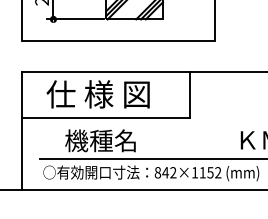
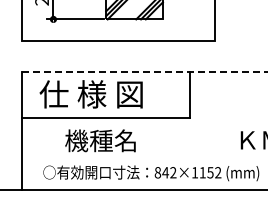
line at (144, 72): solid -> dashed
text at (97, 94) position: (97, 94) -> (90, 94)
line at (152, 158): present -> none
